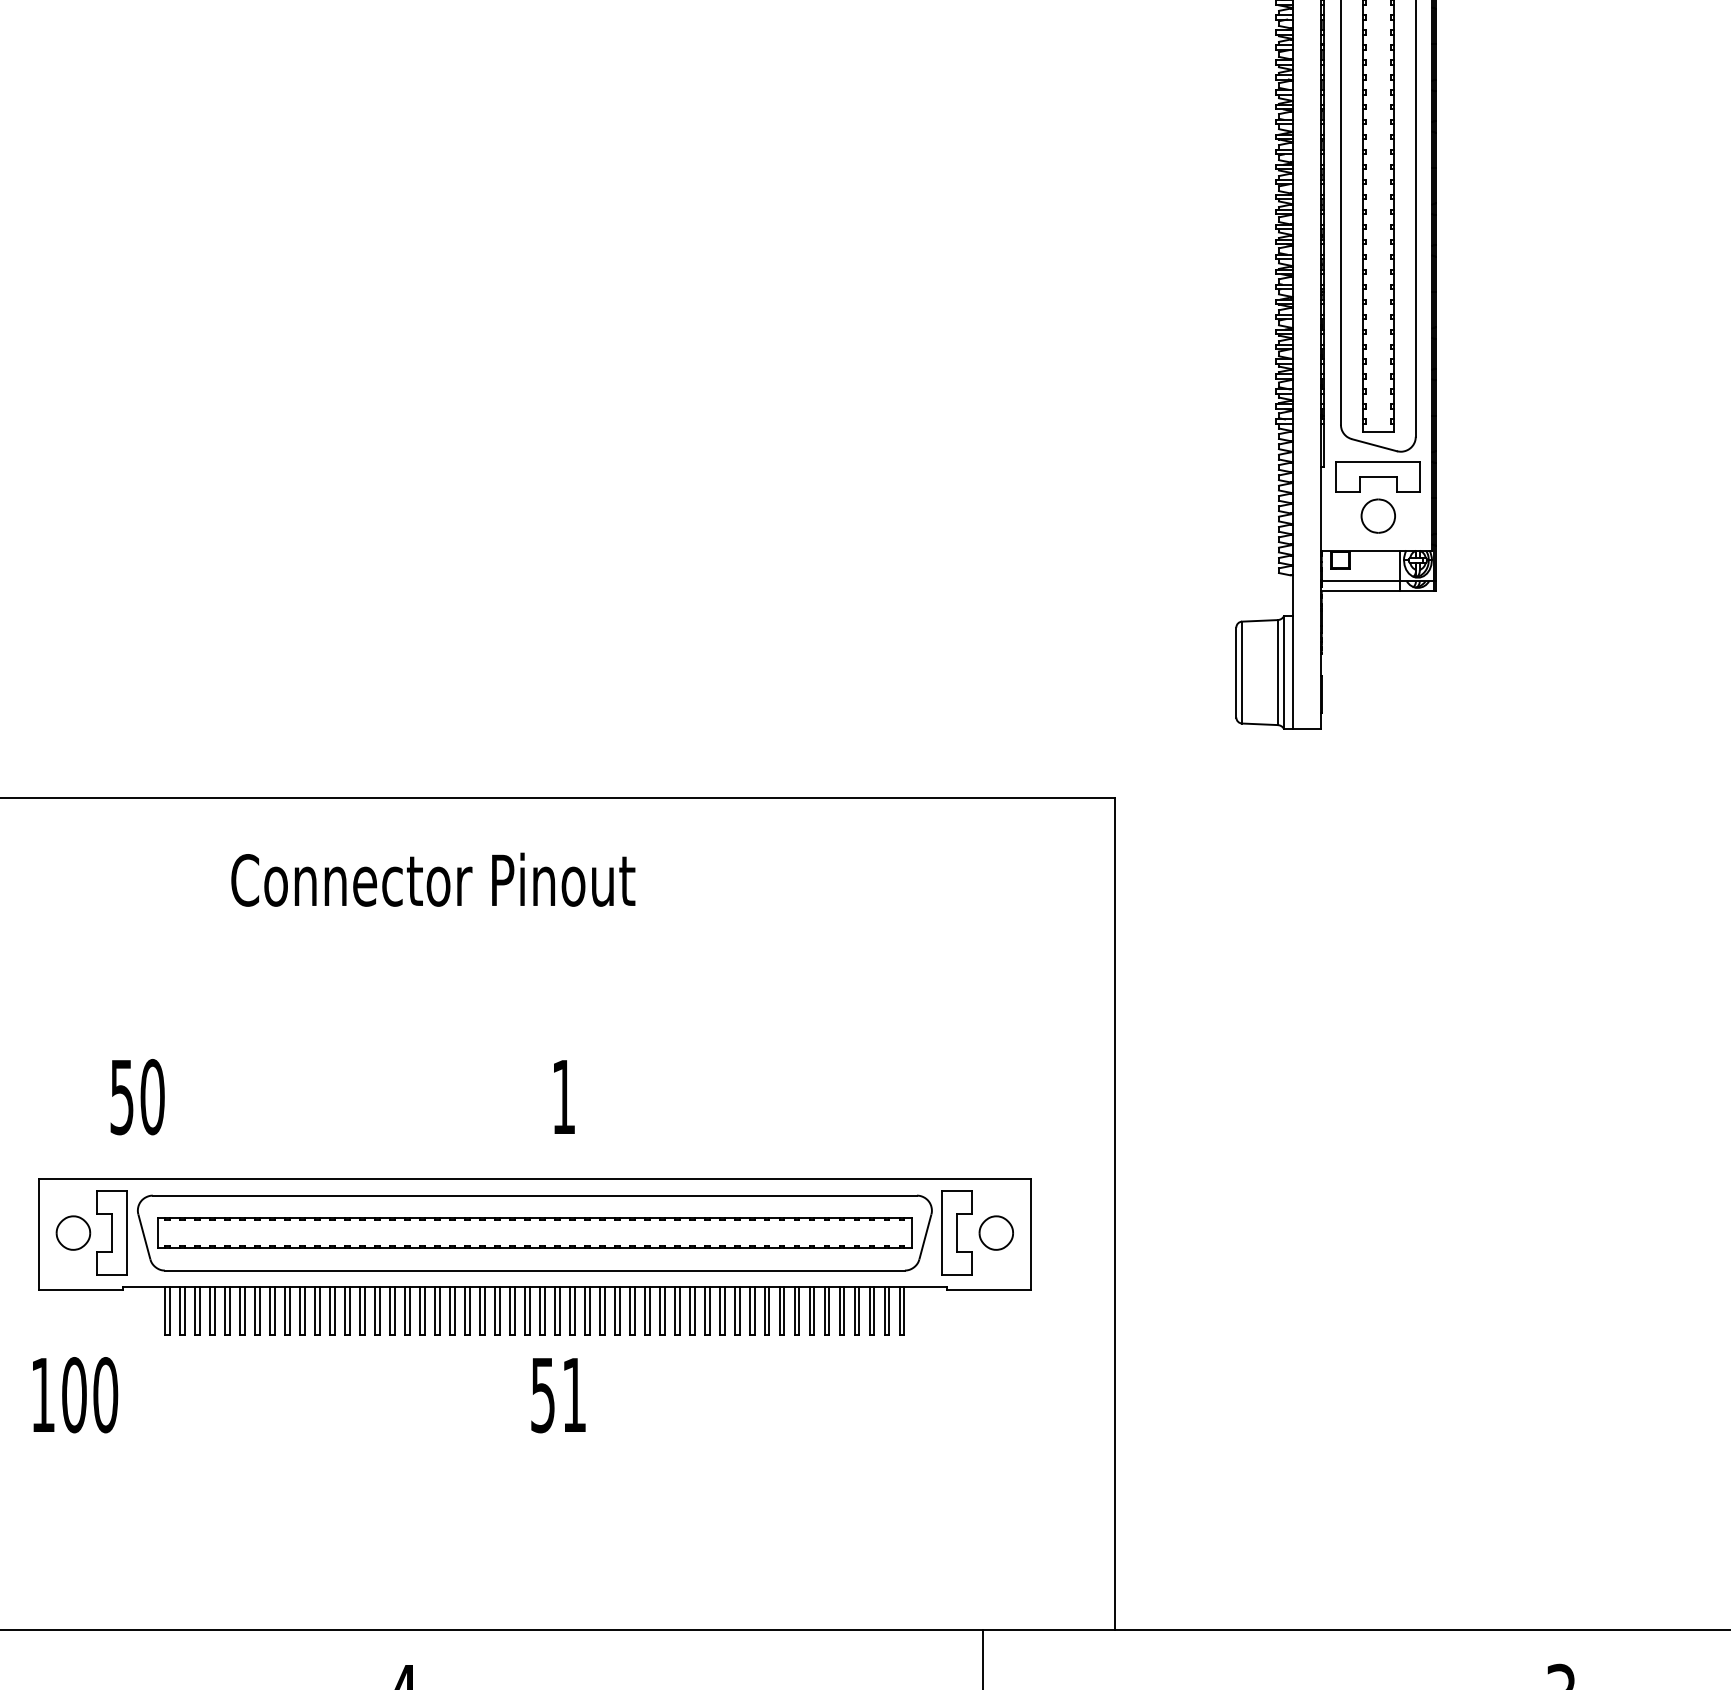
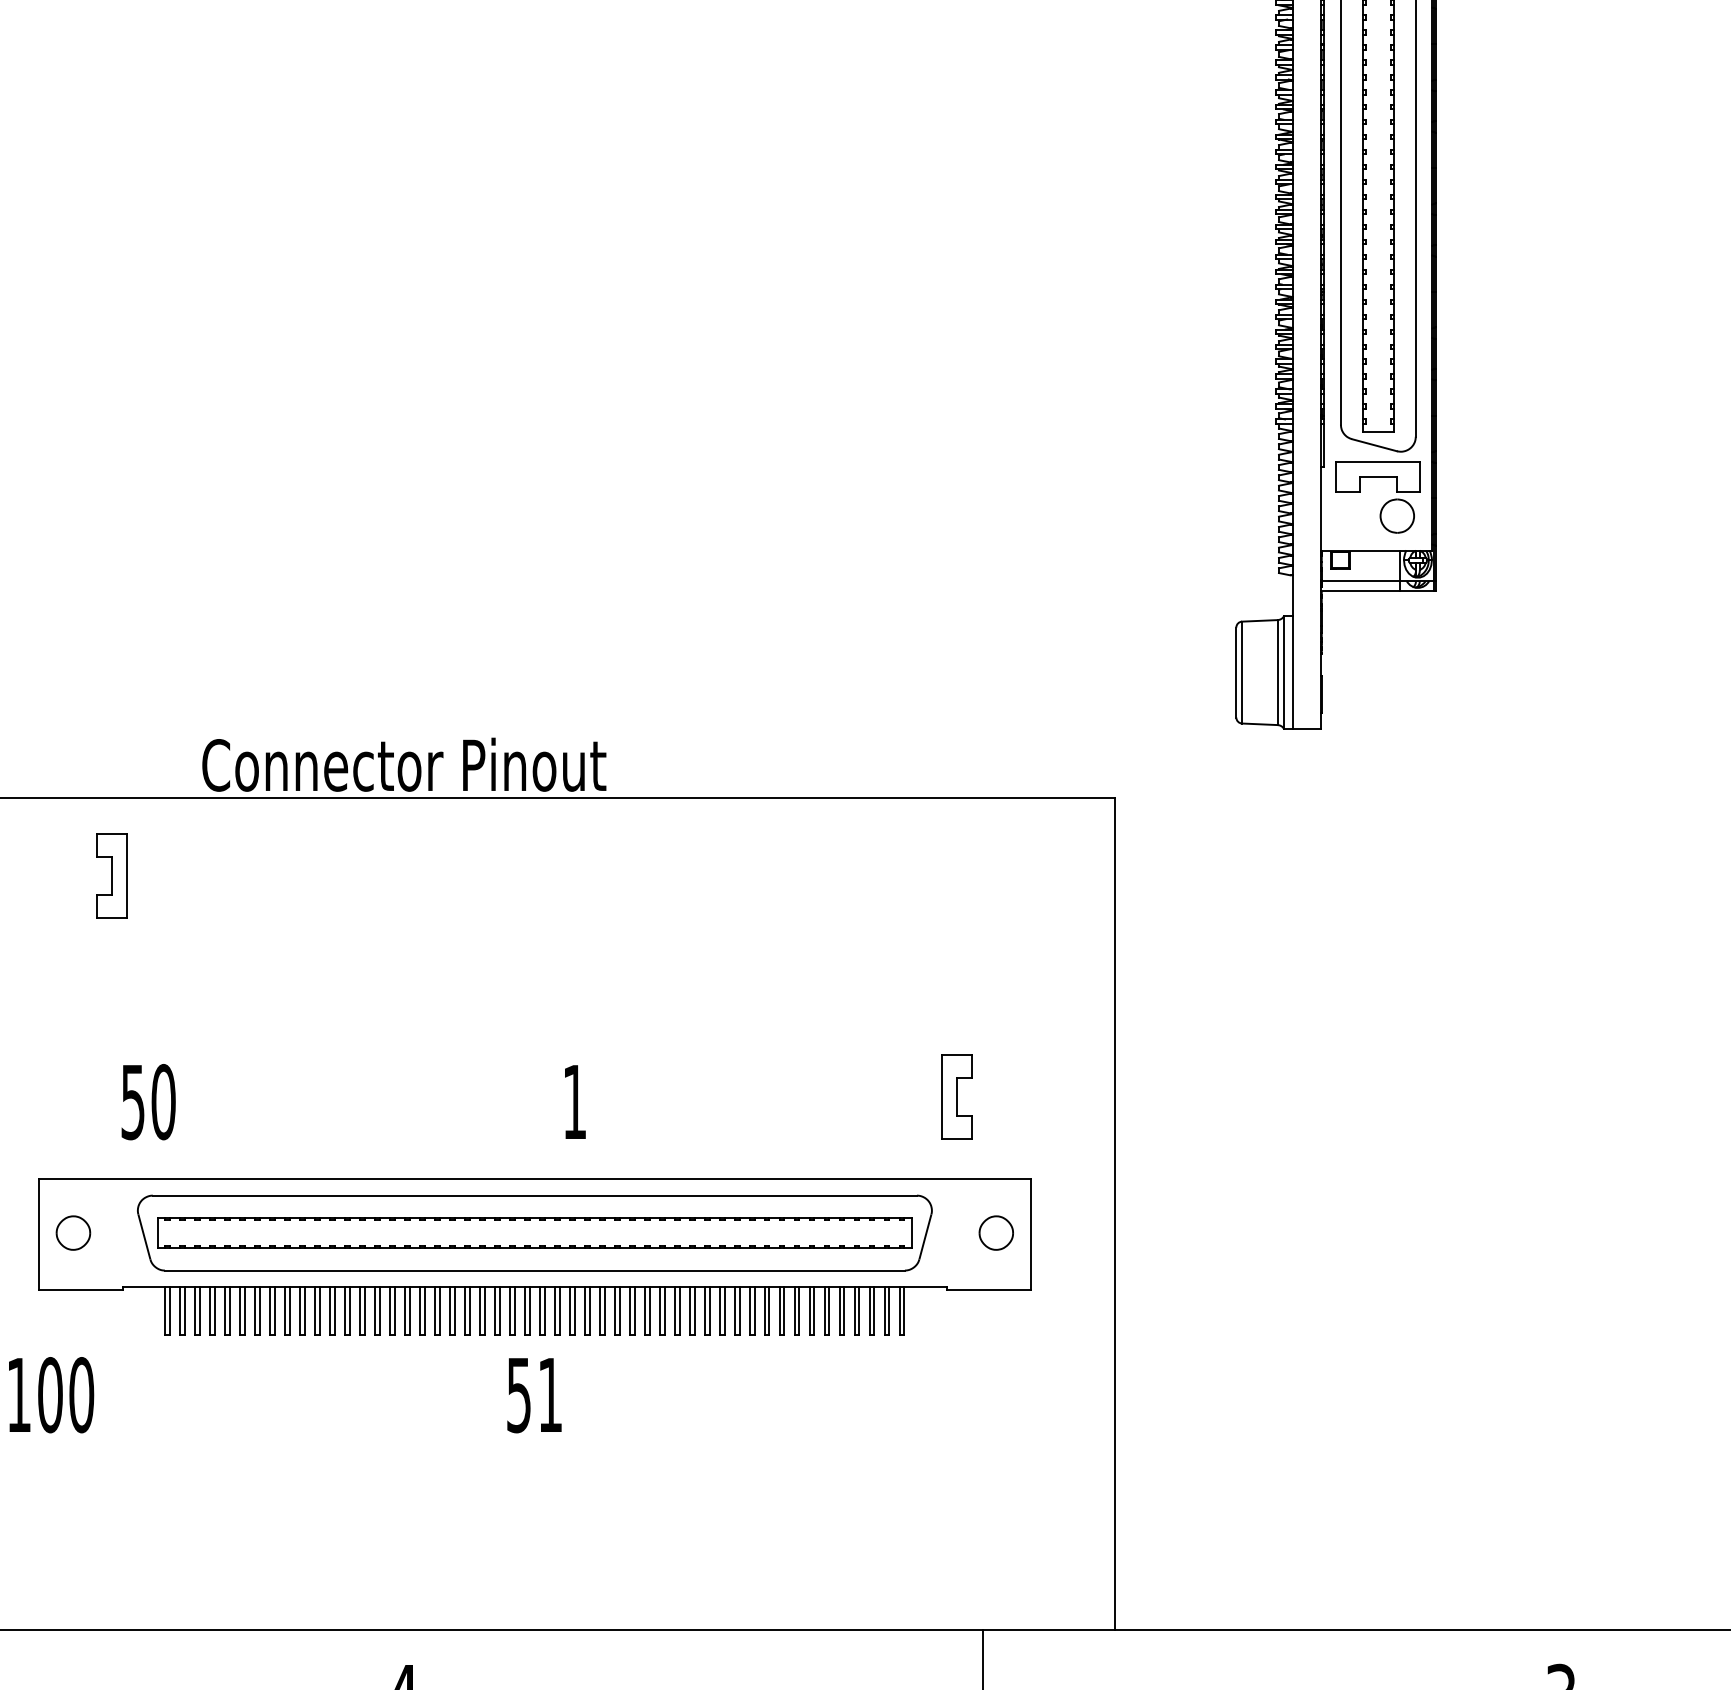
part at (1377, 515) position: (1377, 515) -> (1396, 515)
text at (433, 879) position: (433, 879) -> (404, 764)
text at (342, 1097) position: (342, 1097) -> (353, 1102)
part at (111, 1232) position: (111, 1232) -> (111, 875)
part at (956, 1232) position: (956, 1232) -> (956, 1096)
text at (309, 1395) position: (309, 1395) -> (285, 1395)
